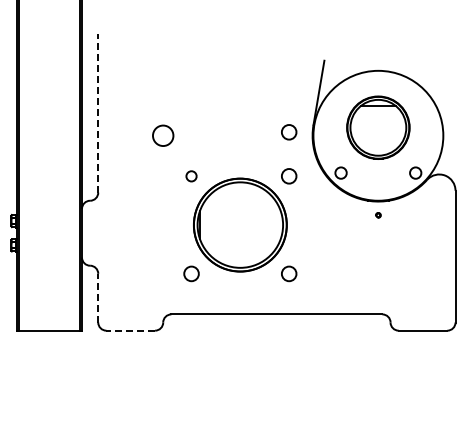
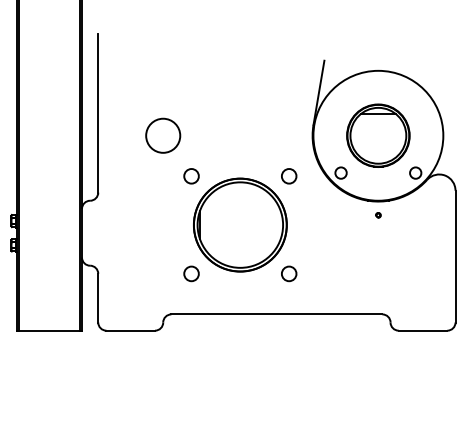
line at (98, 112): dashed -> solid
part at (378, 127) position: (378, 127) -> (378, 135)
circle at (289, 132): present -> none
circle at (162, 135) diameter: 20 px -> 34 px
circle at (191, 176) size: 13x13 px -> 17x17 px
line at (98, 297): dashed -> solid
line at (130, 330): dashed -> solid
